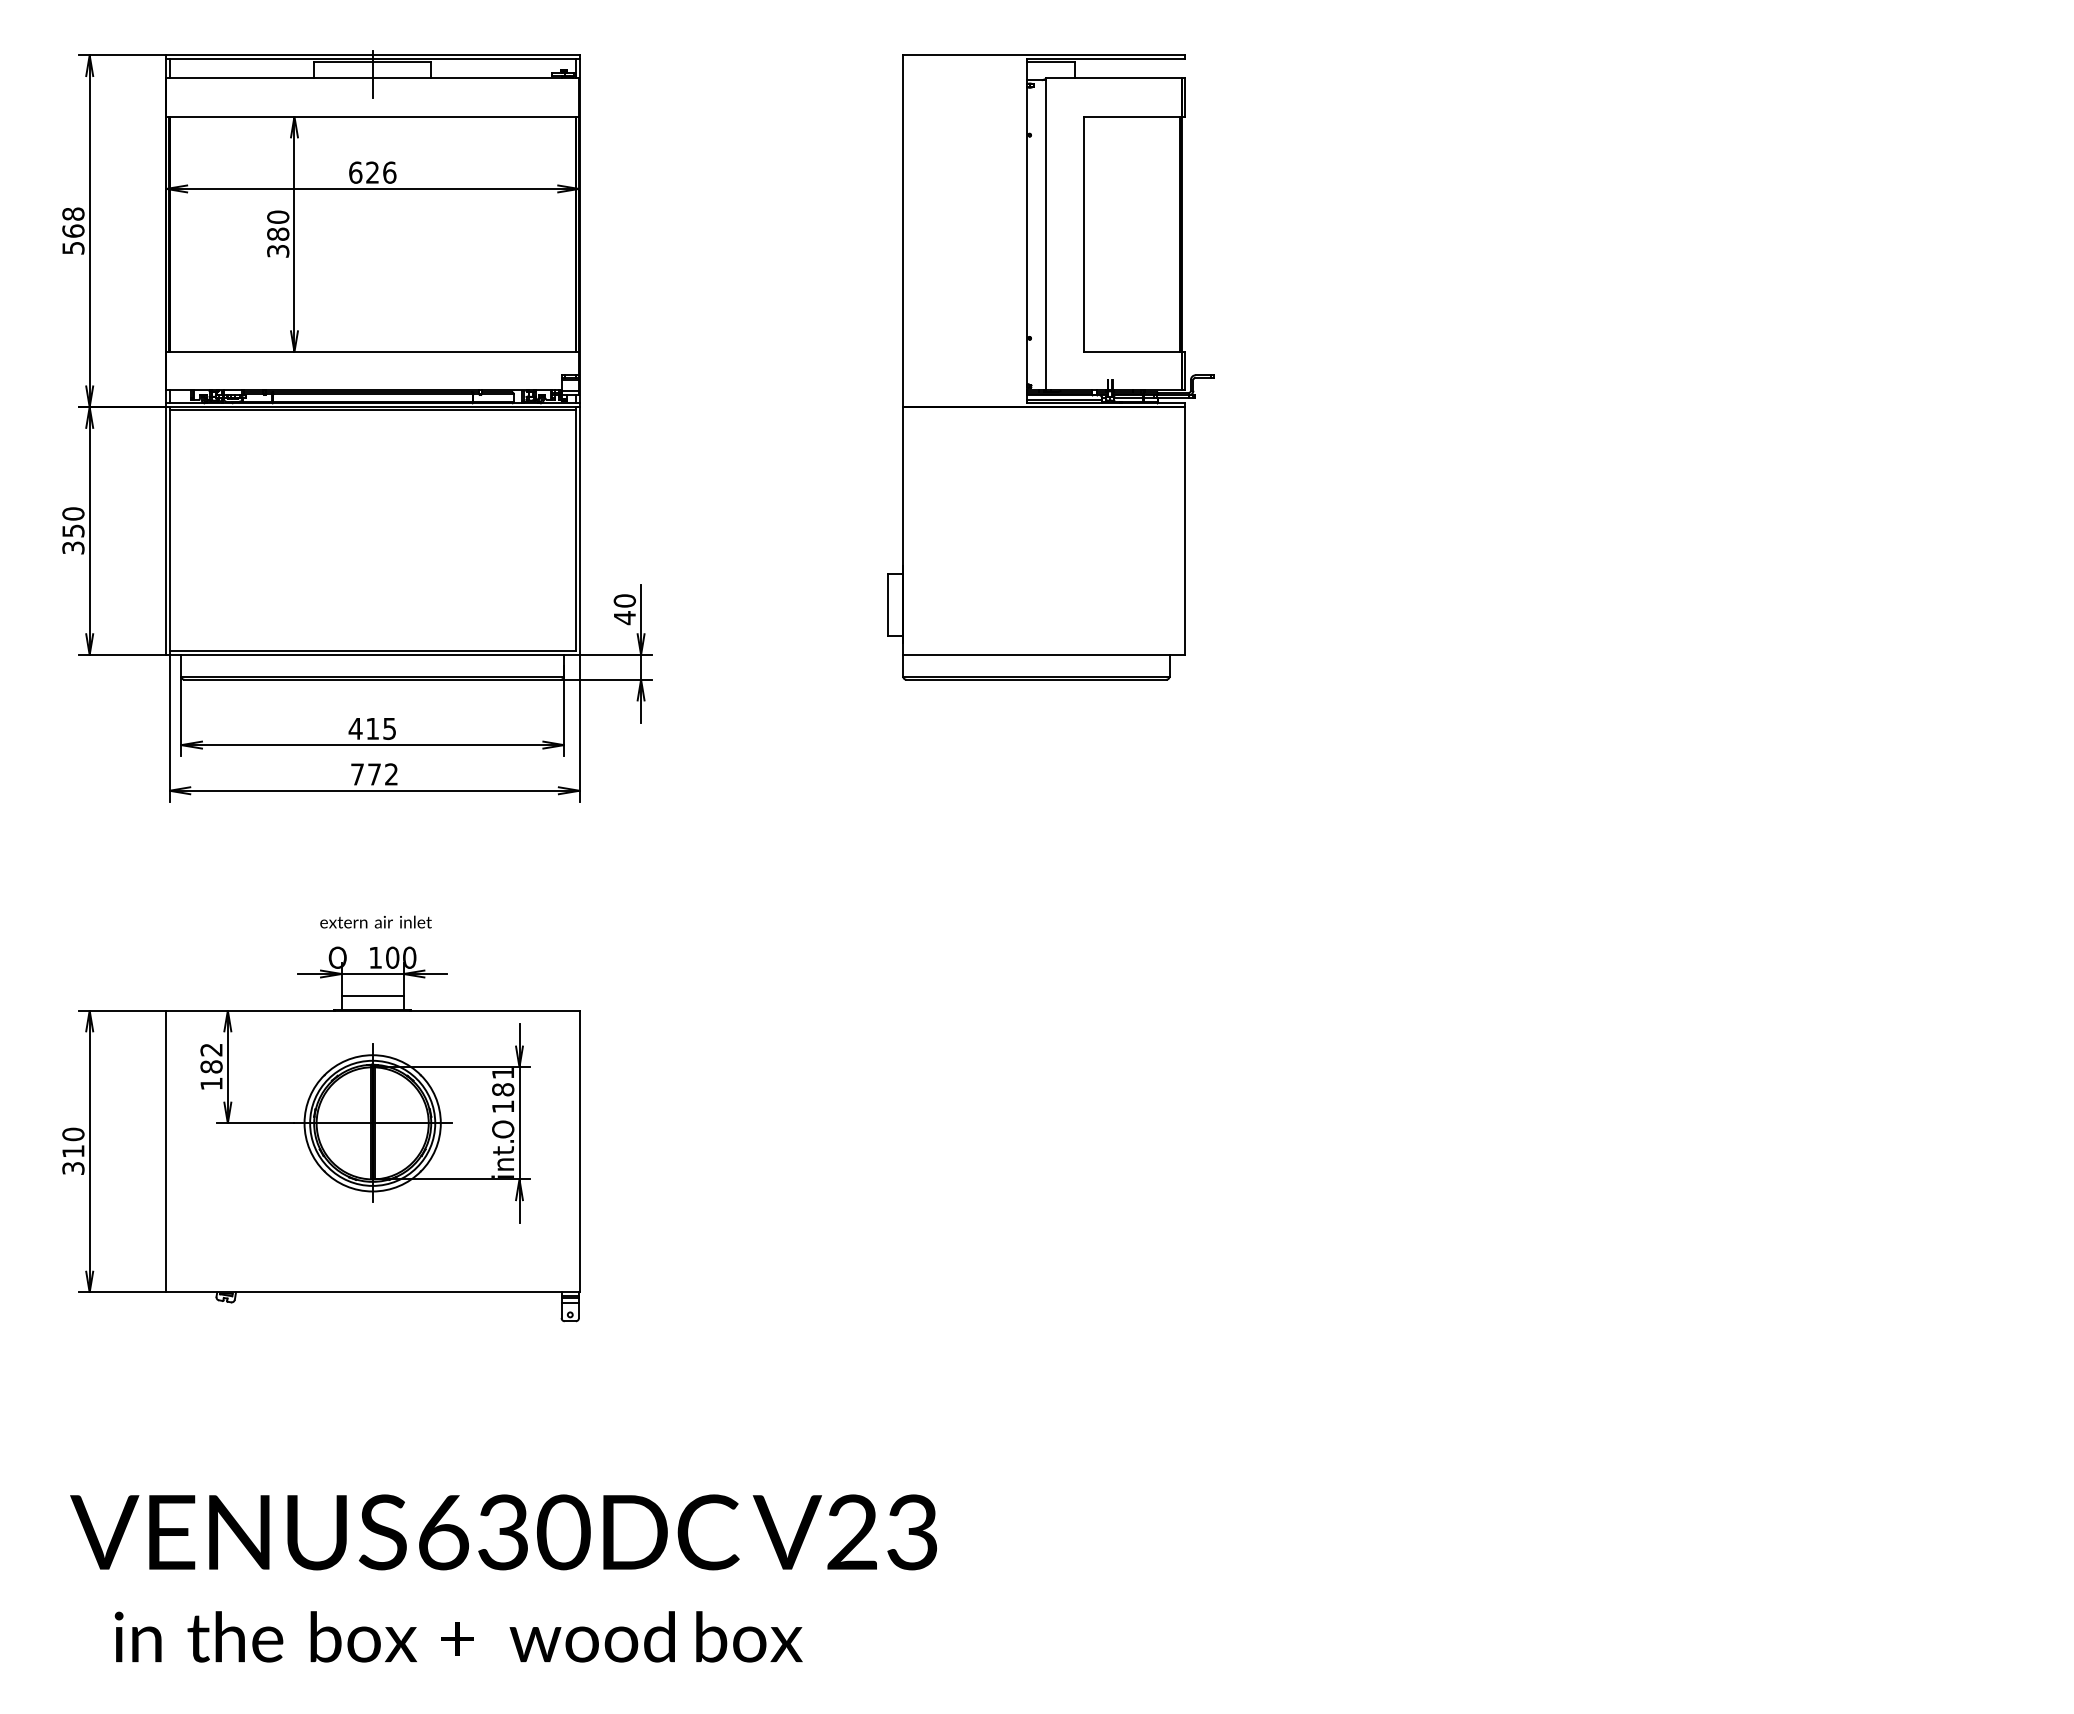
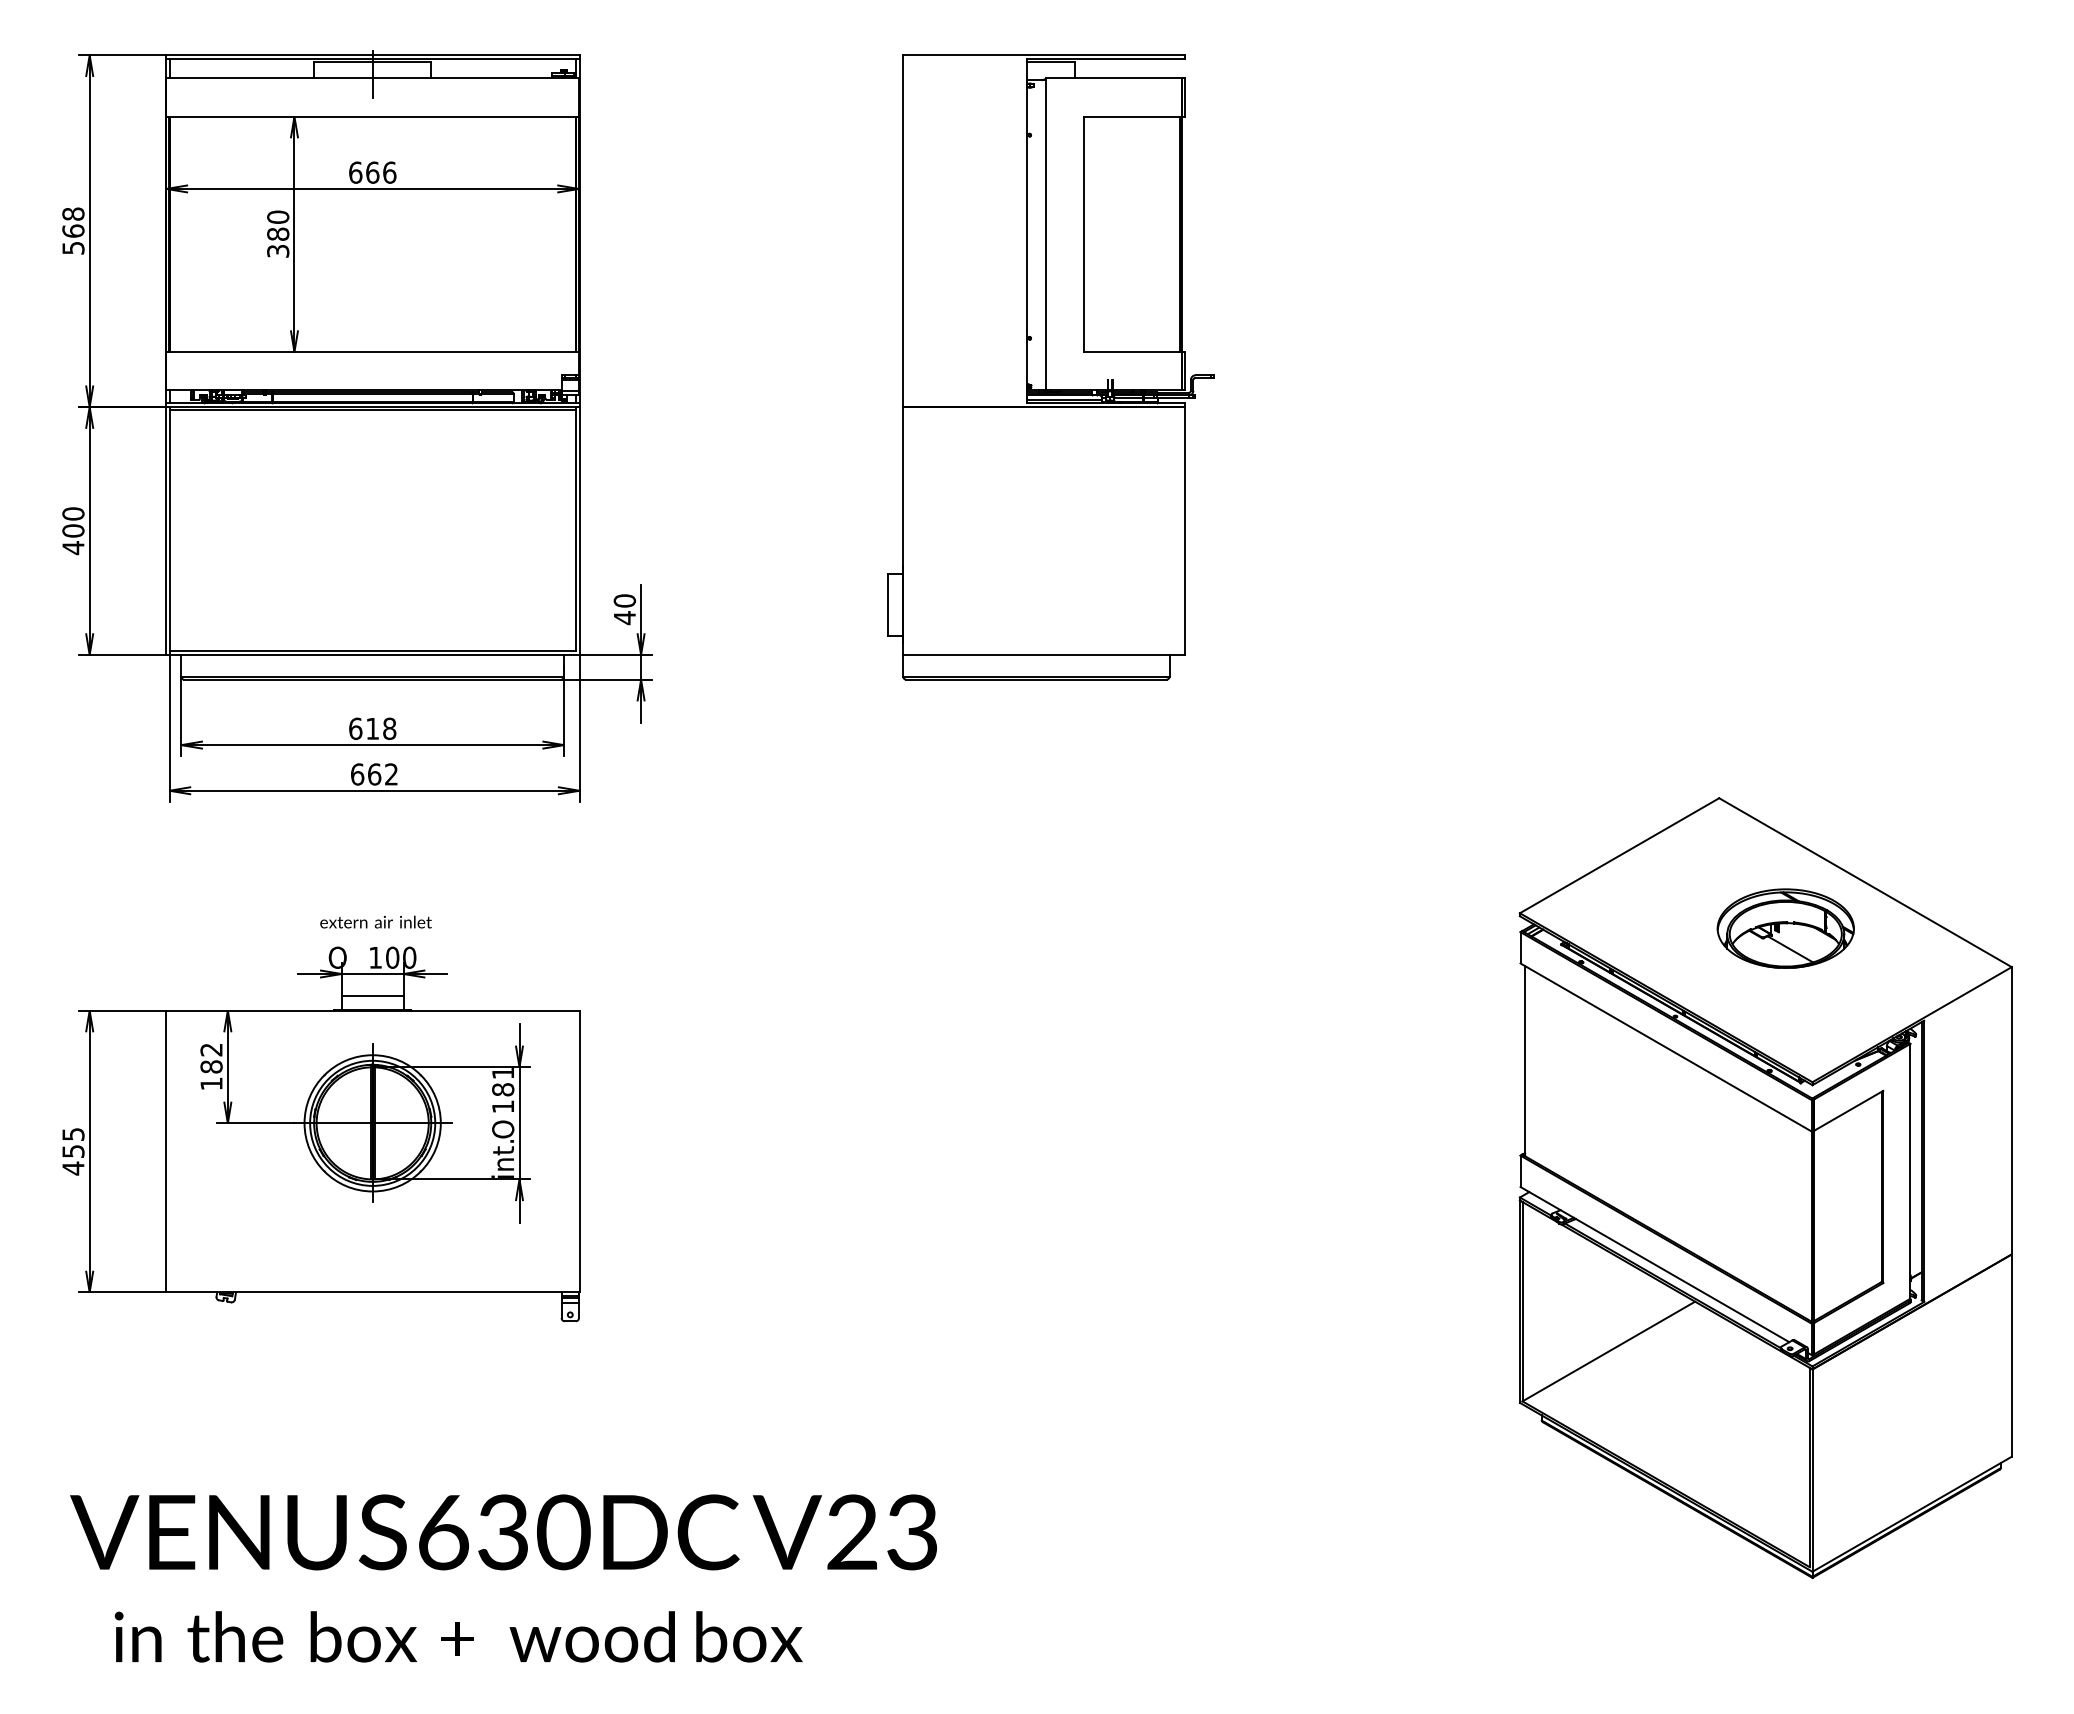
text at (372, 172): 626 -> 666
text at (73, 539): 350 -> 400
text at (372, 728): 415 -> 618
text at (366, 774): 772 -> 662
text at (73, 1151): 310 -> 455
part at (1765, 1187): none -> present
